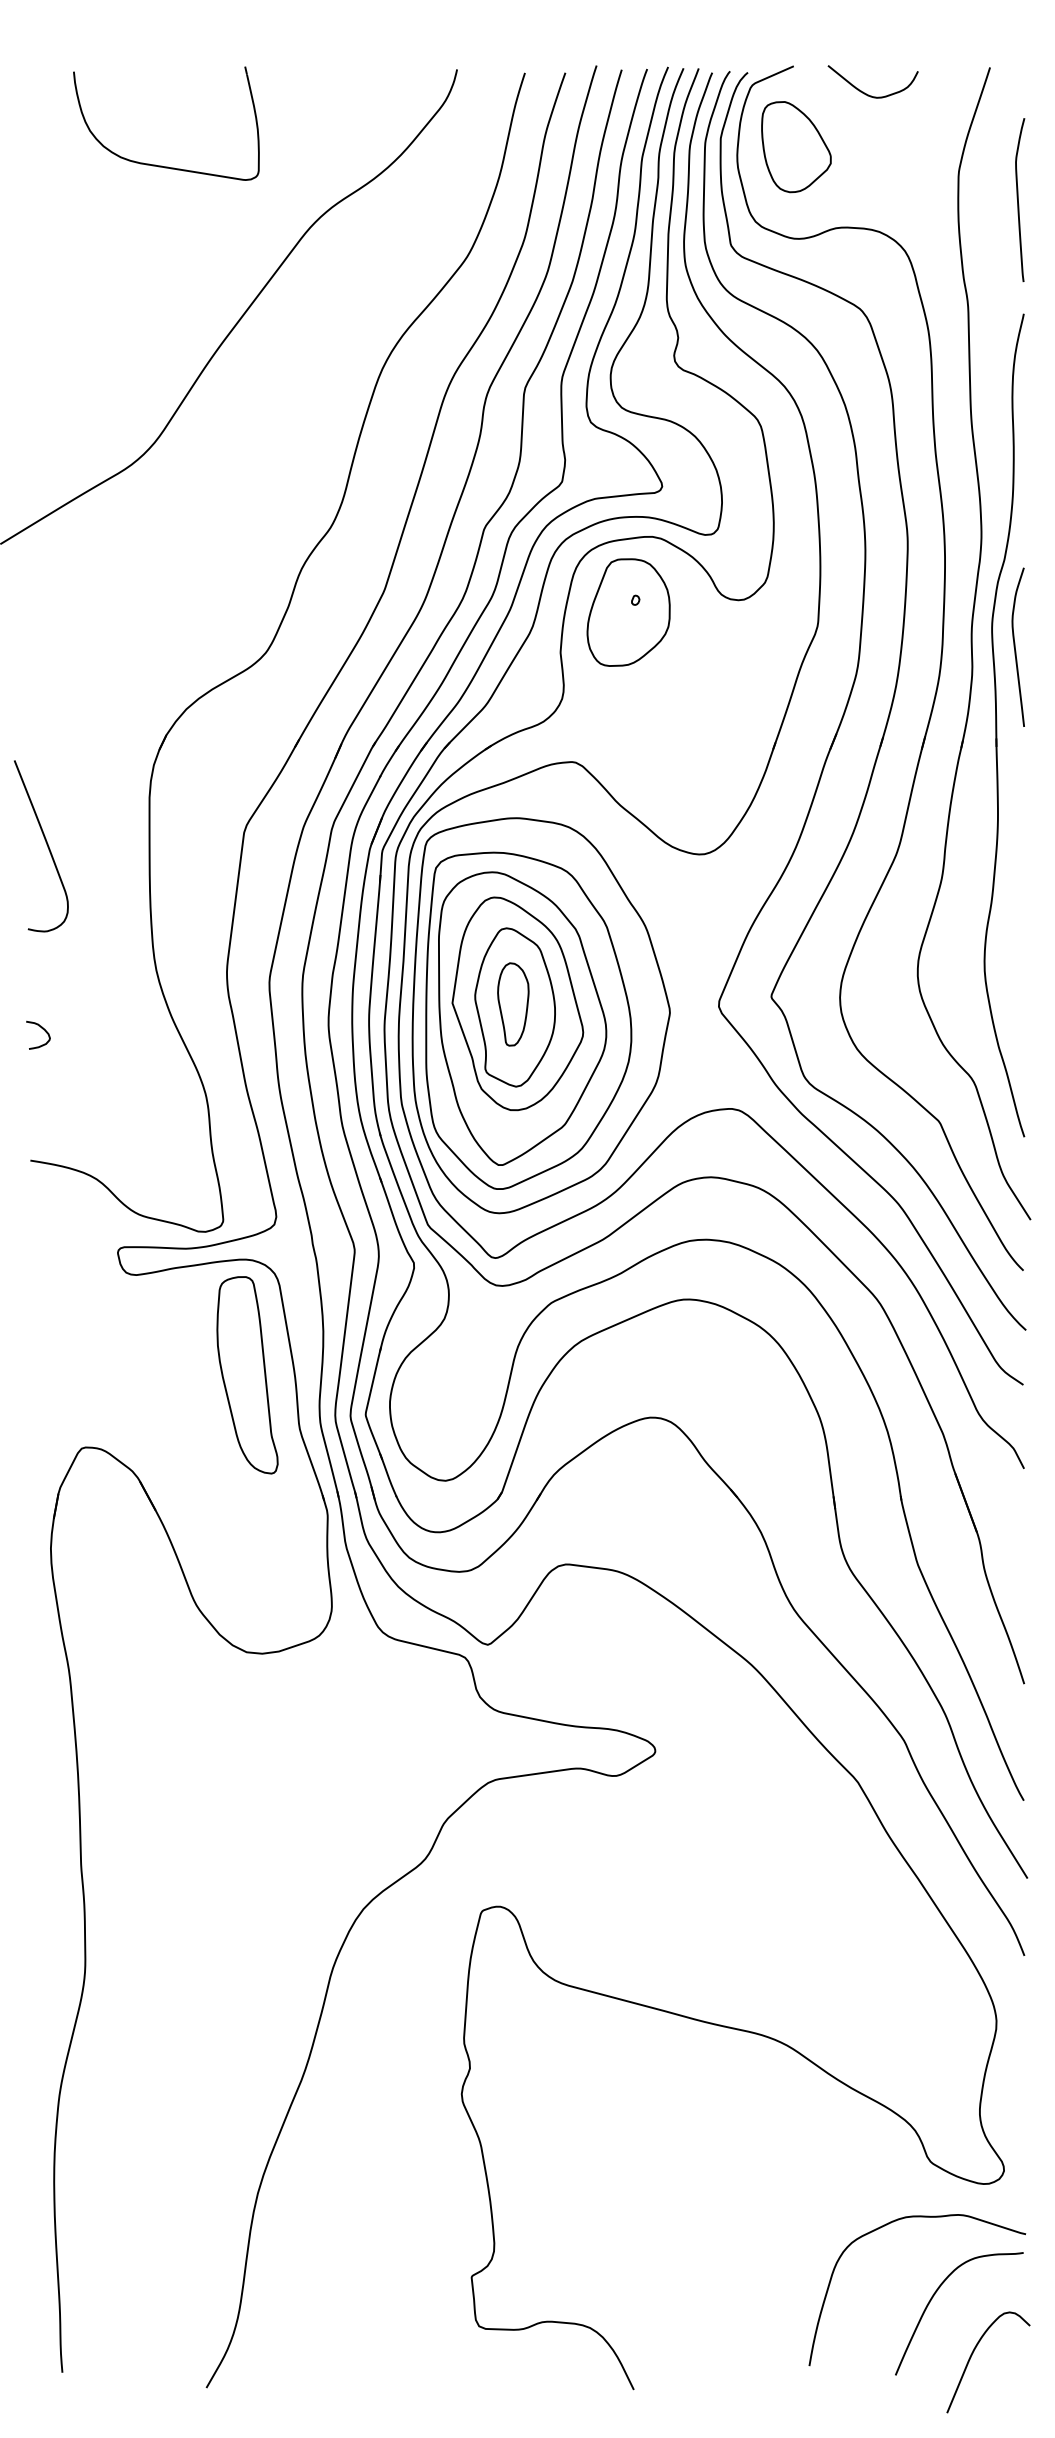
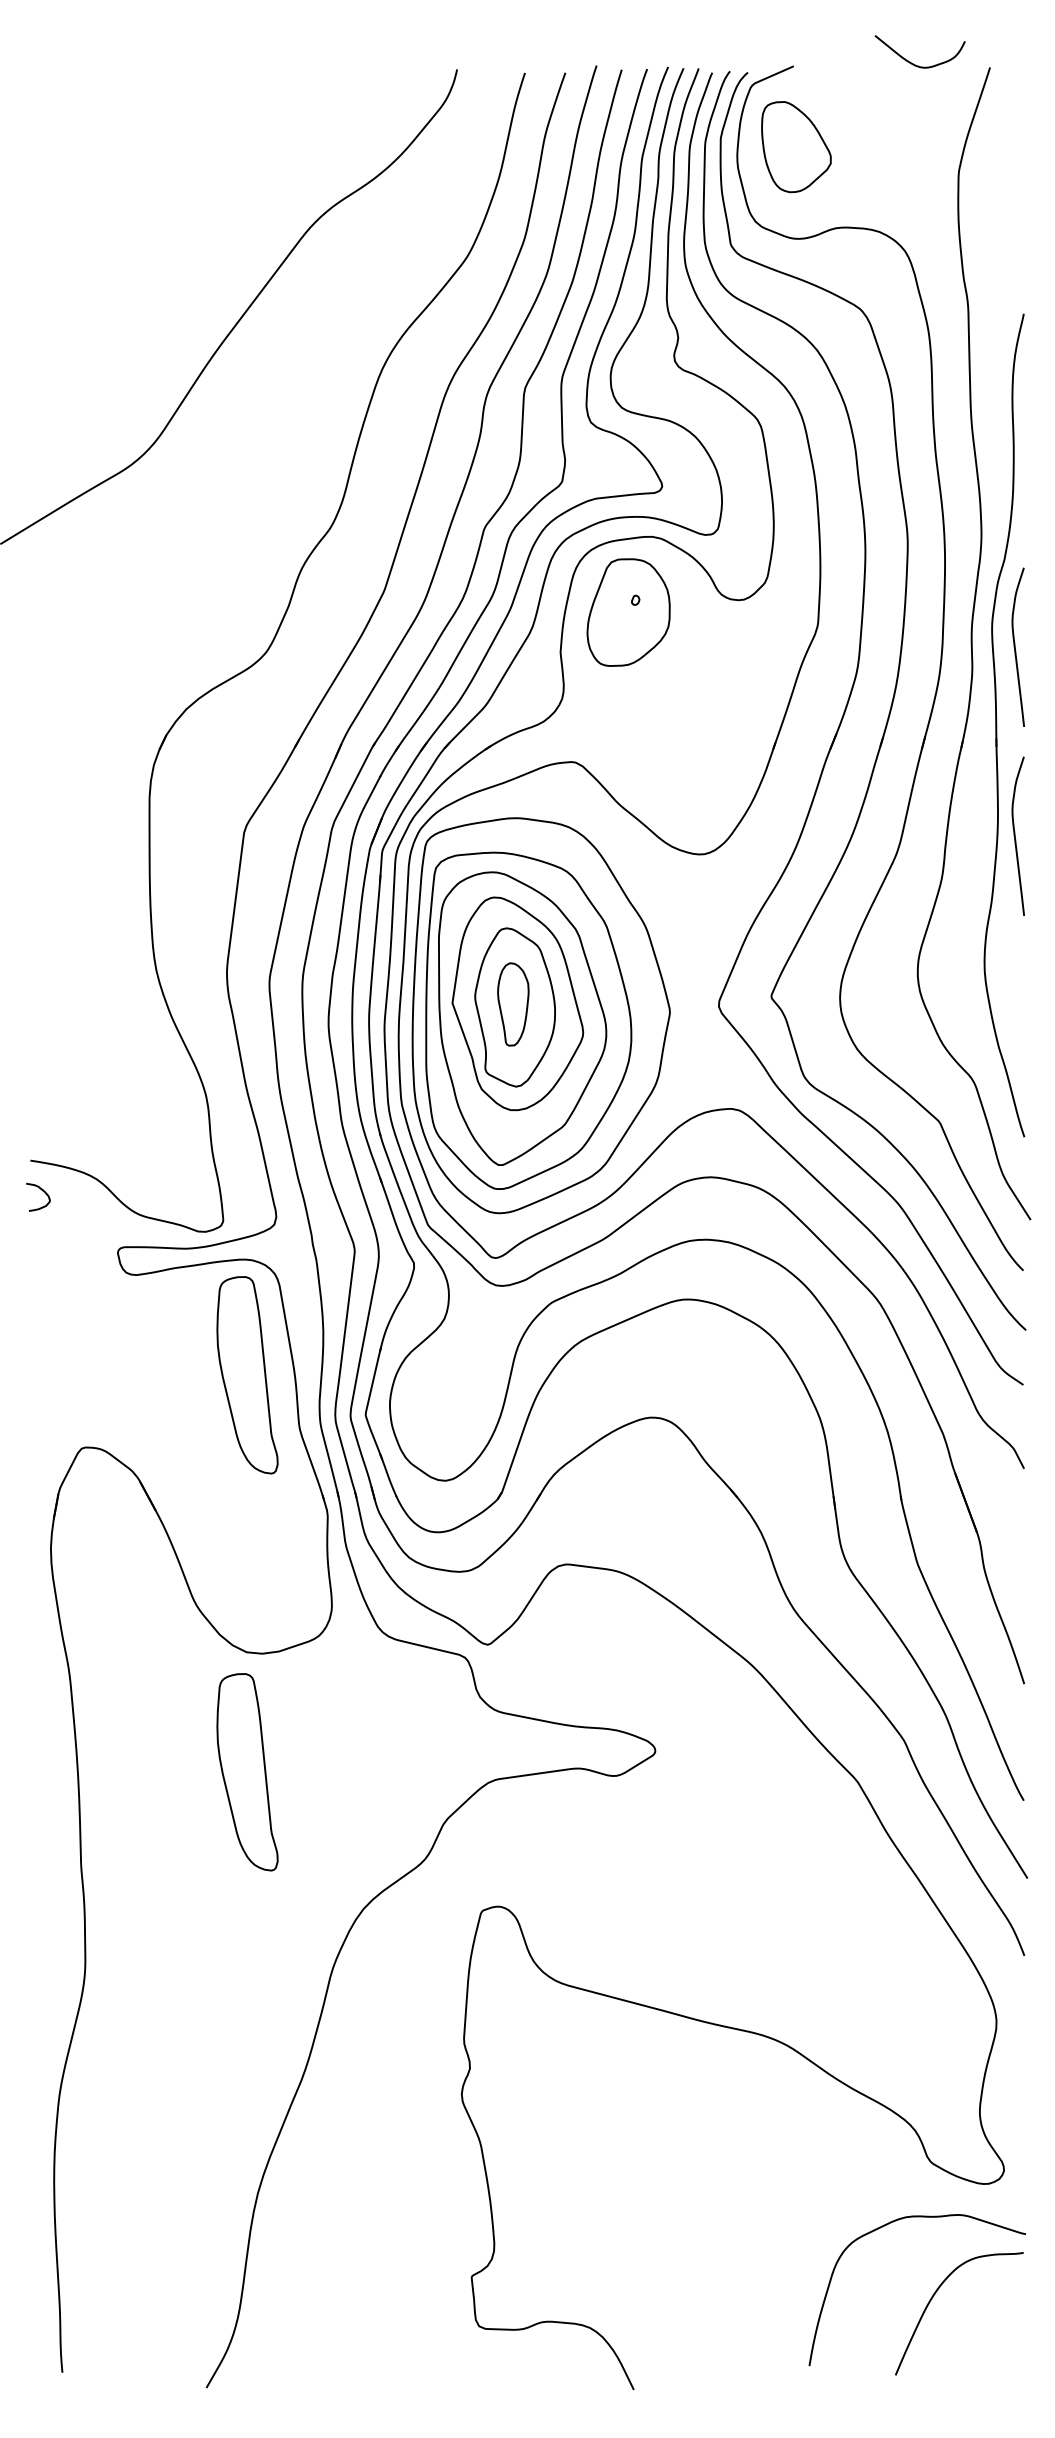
curve at (866, 93) position: (866, 93) -> (913, 63)
part at (162, 165): present -> none
curve at (1018, 200): present -> none
curve at (1015, 835): none -> present
curve at (46, 844): present -> none
curve at (42, 1029) position: (42, 1029) -> (42, 1191)
part at (247, 1772): none -> present
curve at (972, 2355): present -> none
